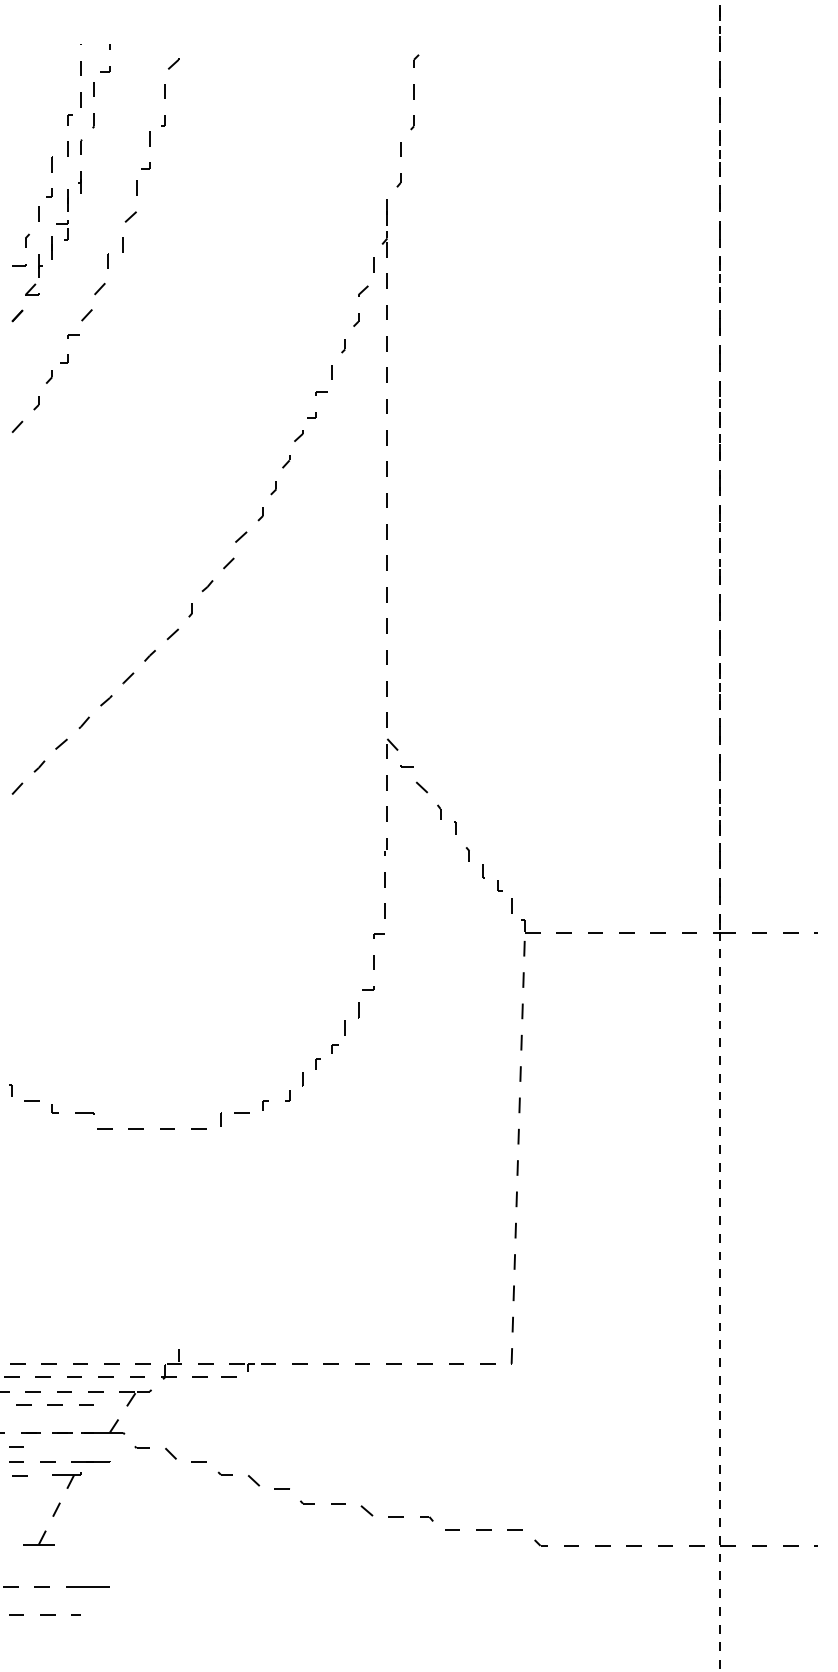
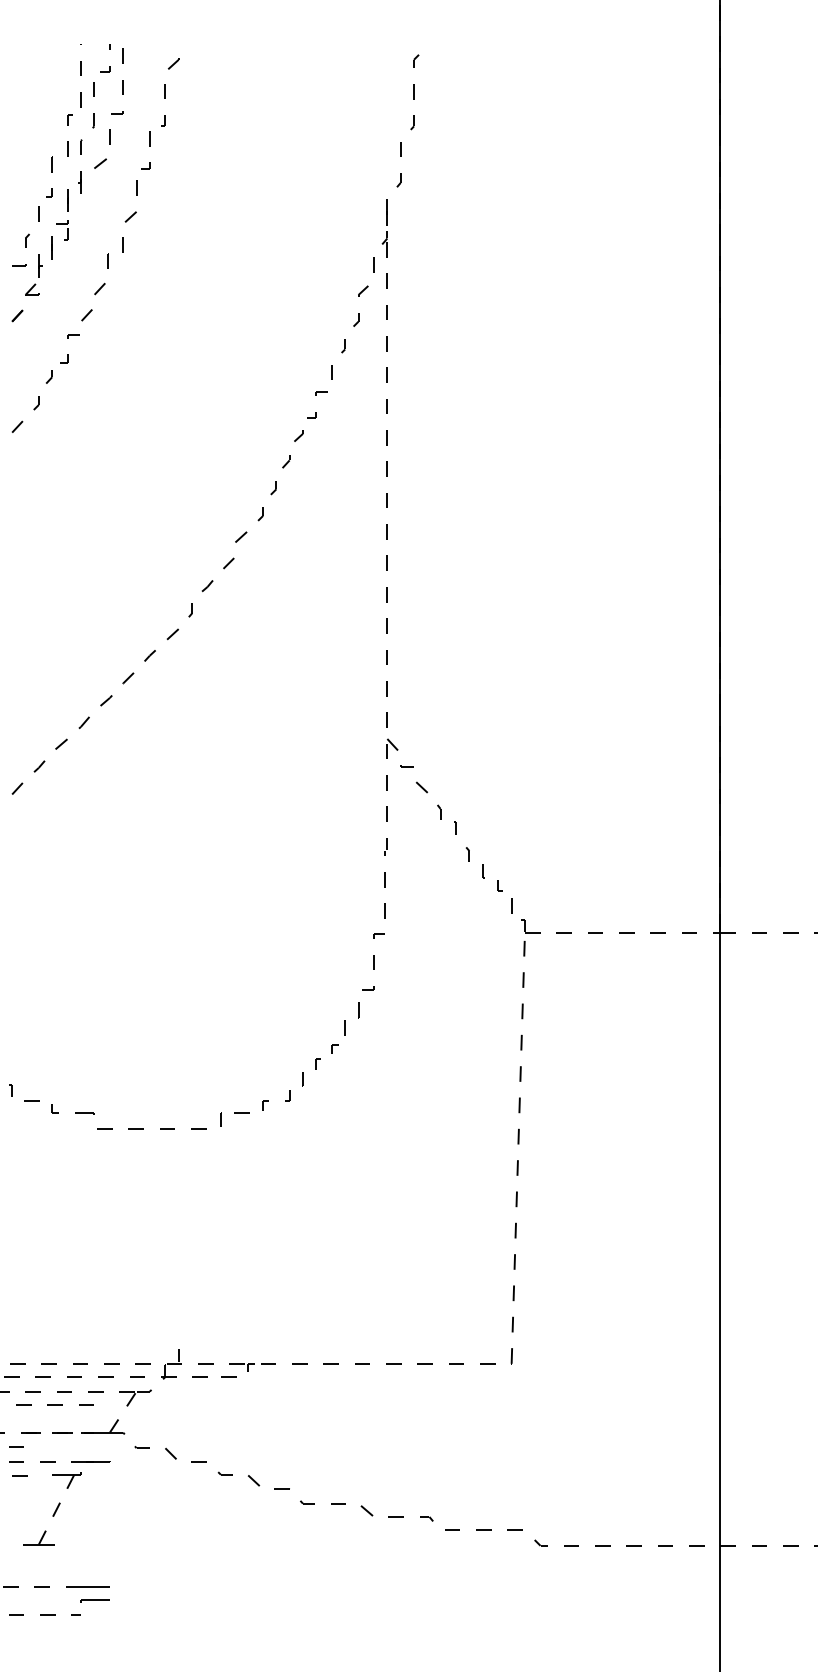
curve at (111, 113): none -> present
line at (720, 835): dashed -> solid
part at (94, 1600): none -> present
